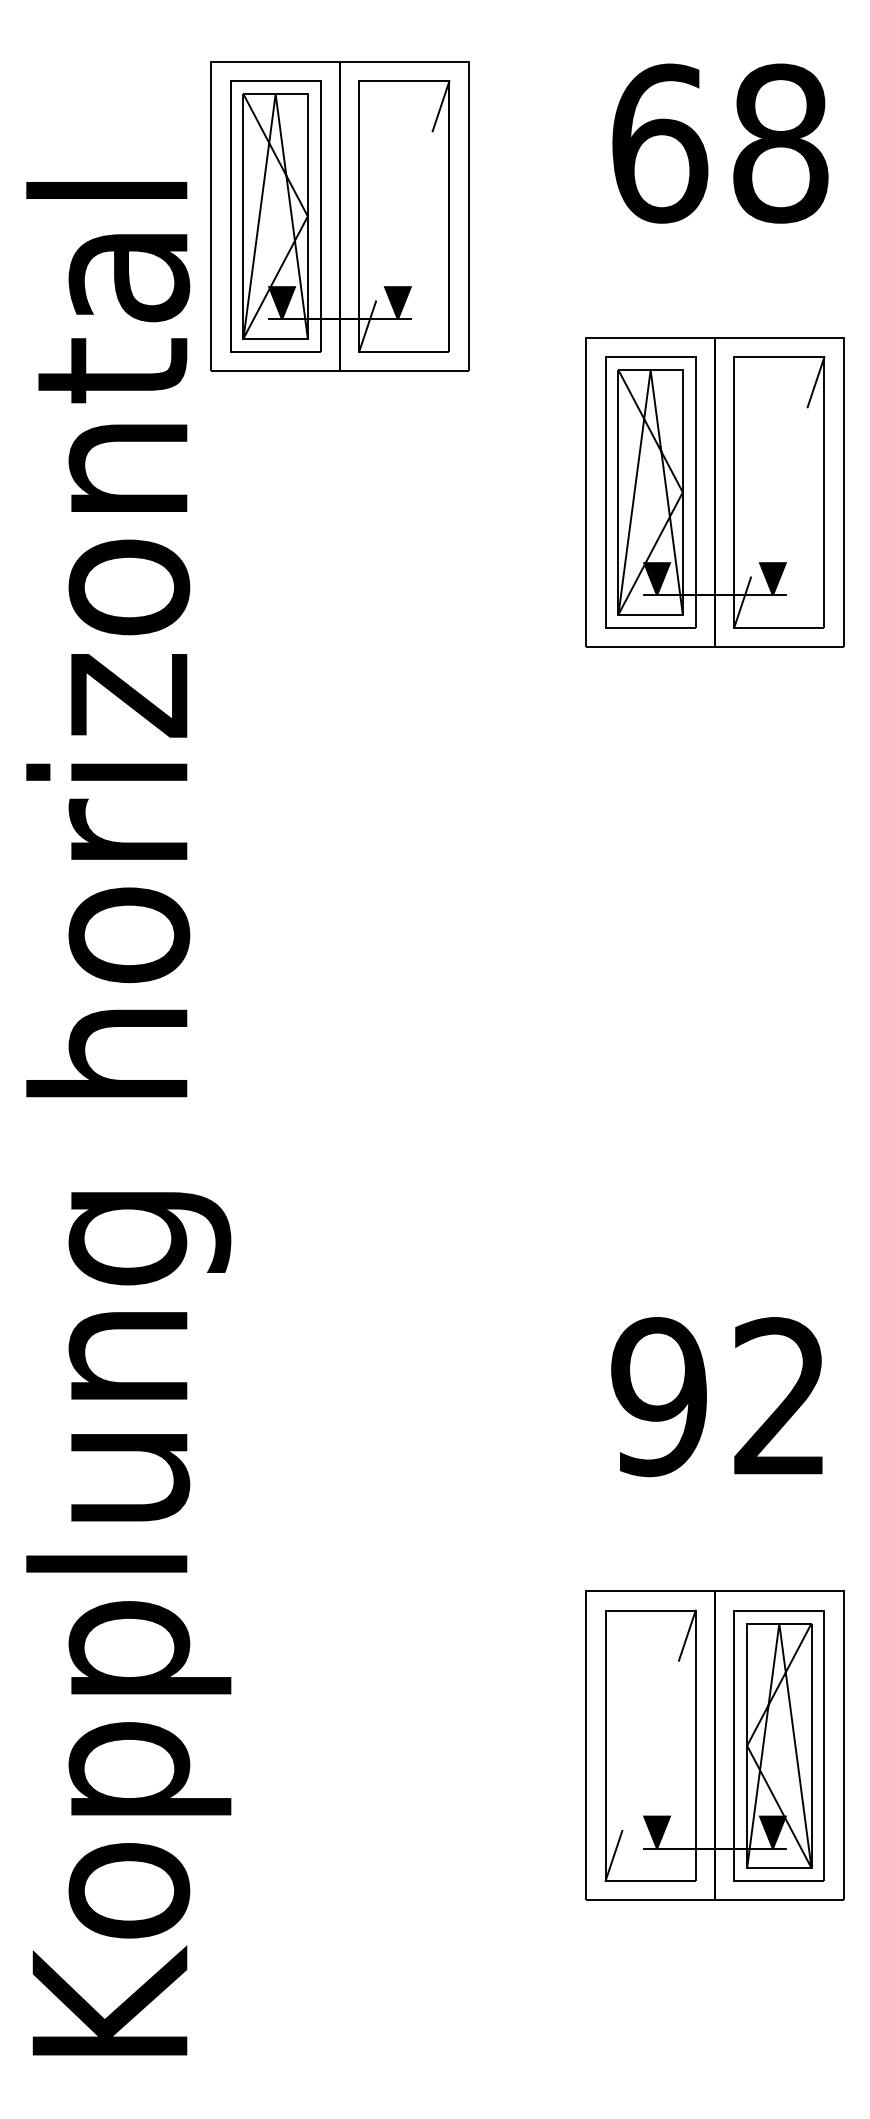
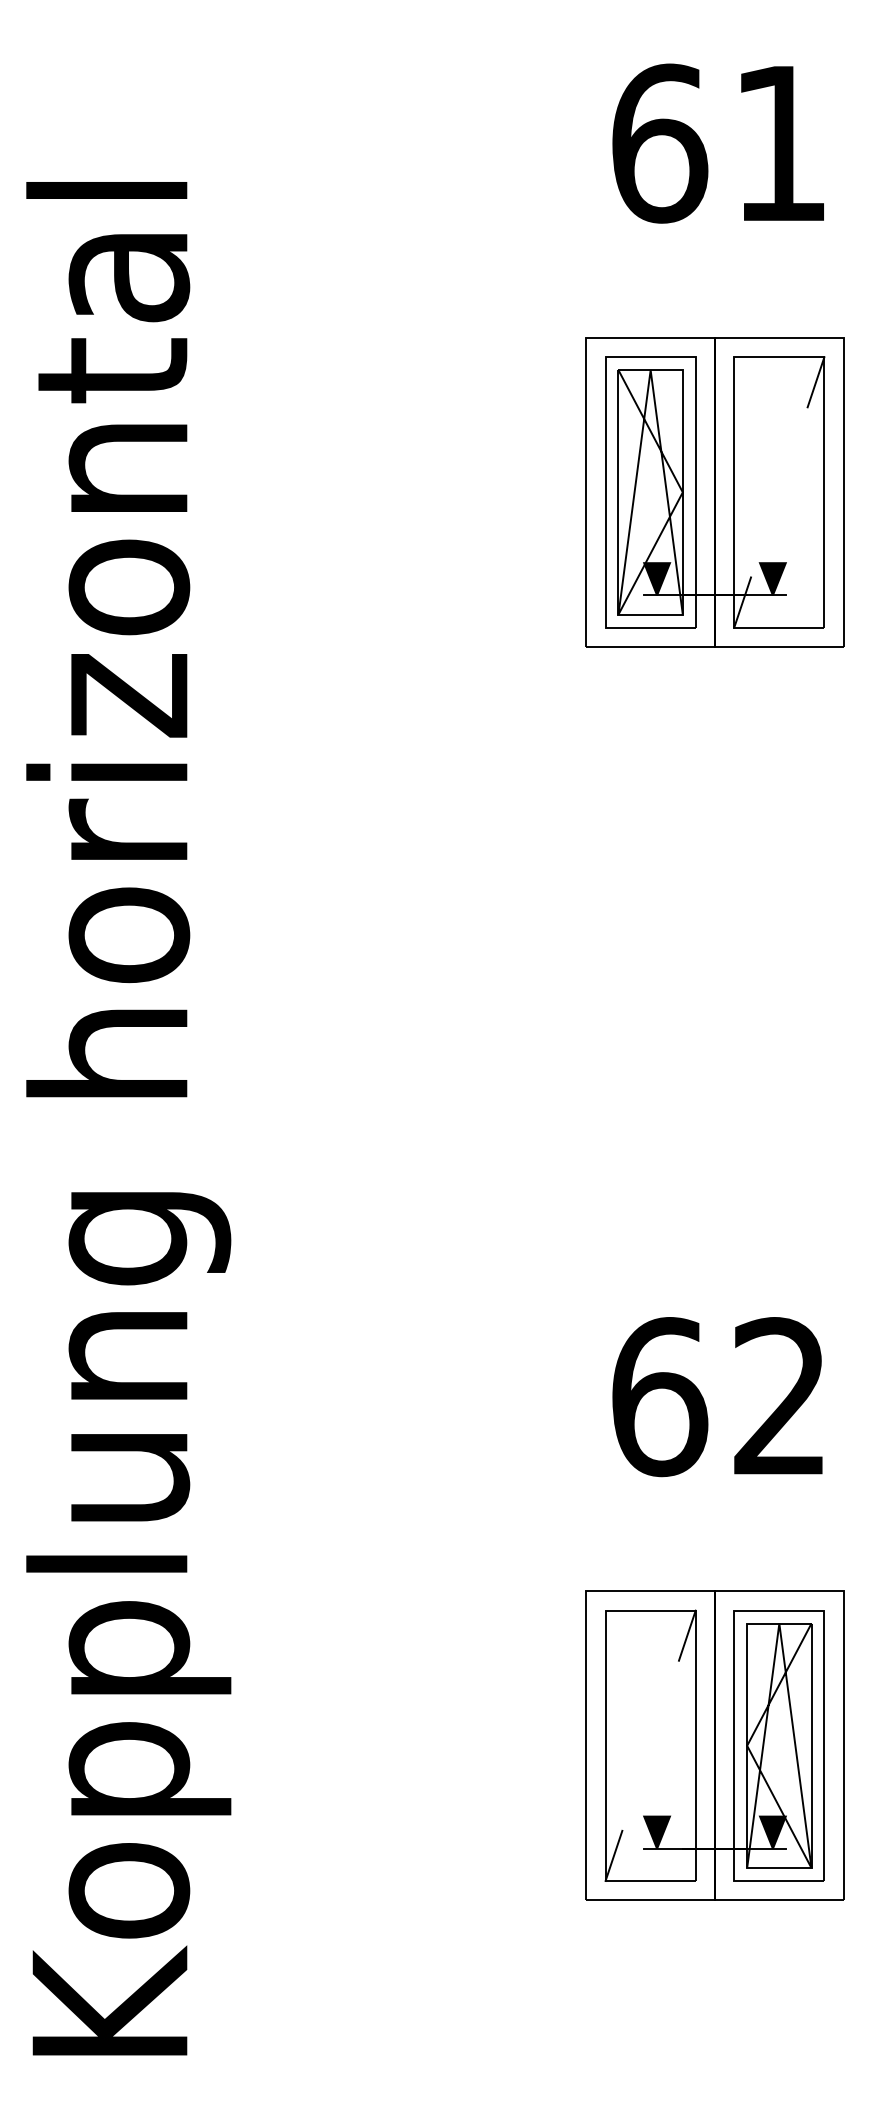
text at (780, 143): 68 -> 61
part at (339, 216): present -> none
text at (659, 1397): 92 -> 62
